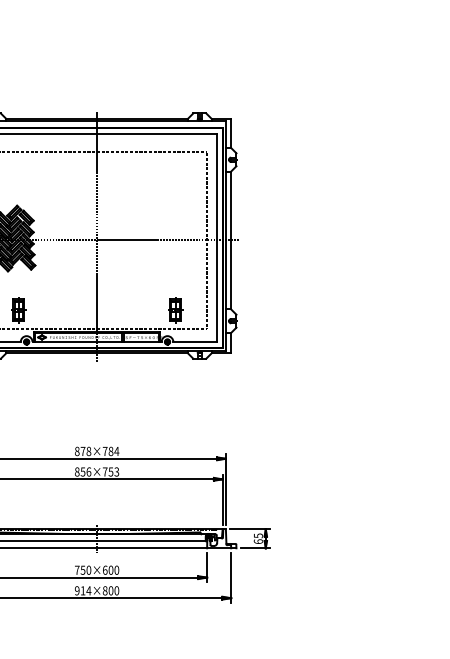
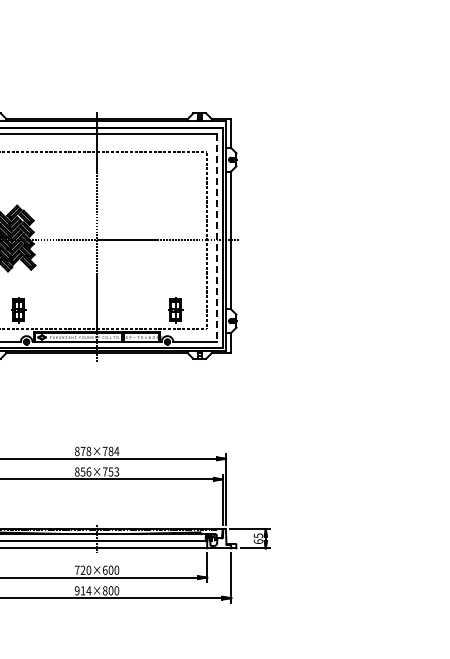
line at (216, 238): solid -> dashed
text at (82, 569): 750×600 -> 720×600
